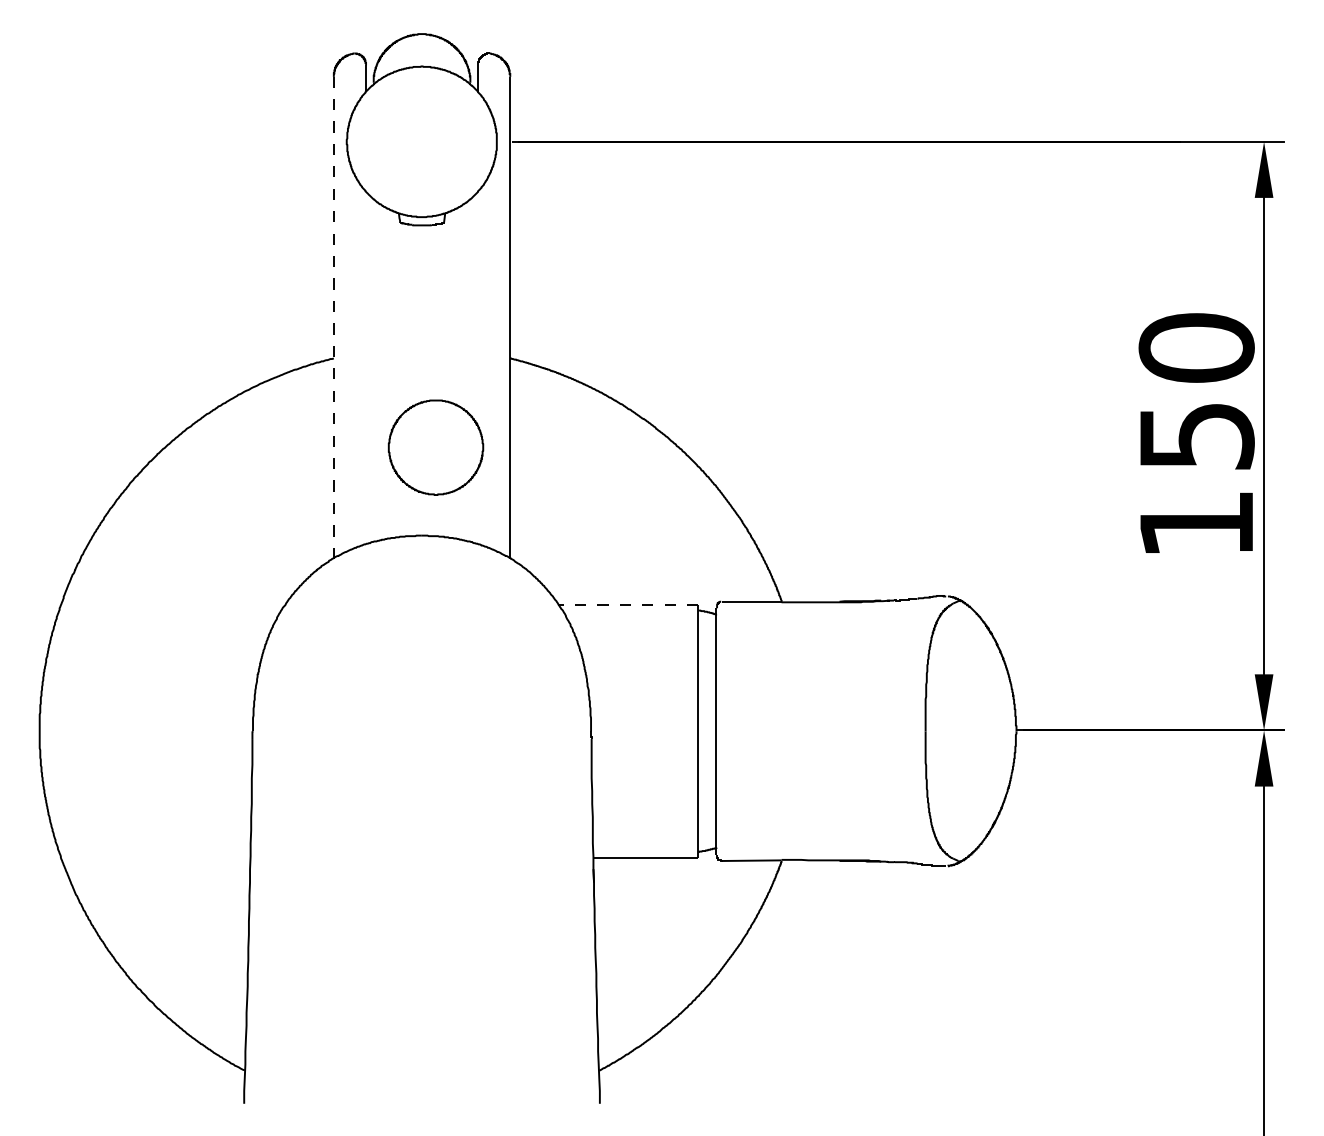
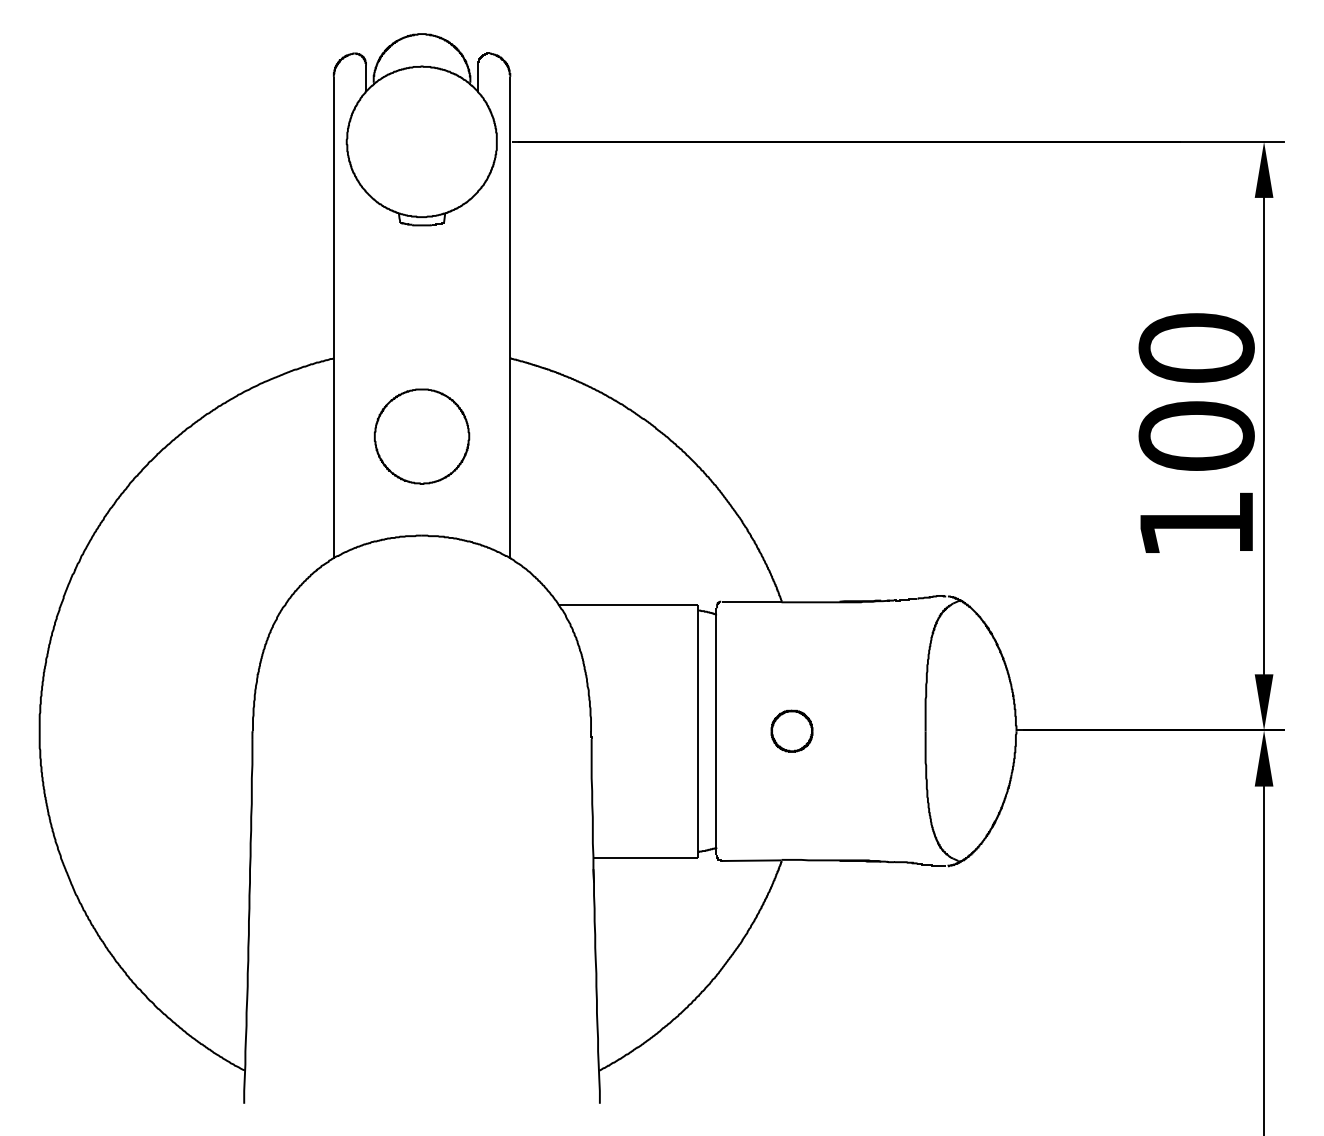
line at (333, 317): dashed -> solid
text at (1196, 435): 150 -> 100
part at (435, 447) position: (435, 447) -> (421, 436)
line at (627, 604): dashed -> solid
part at (791, 730): none -> present
